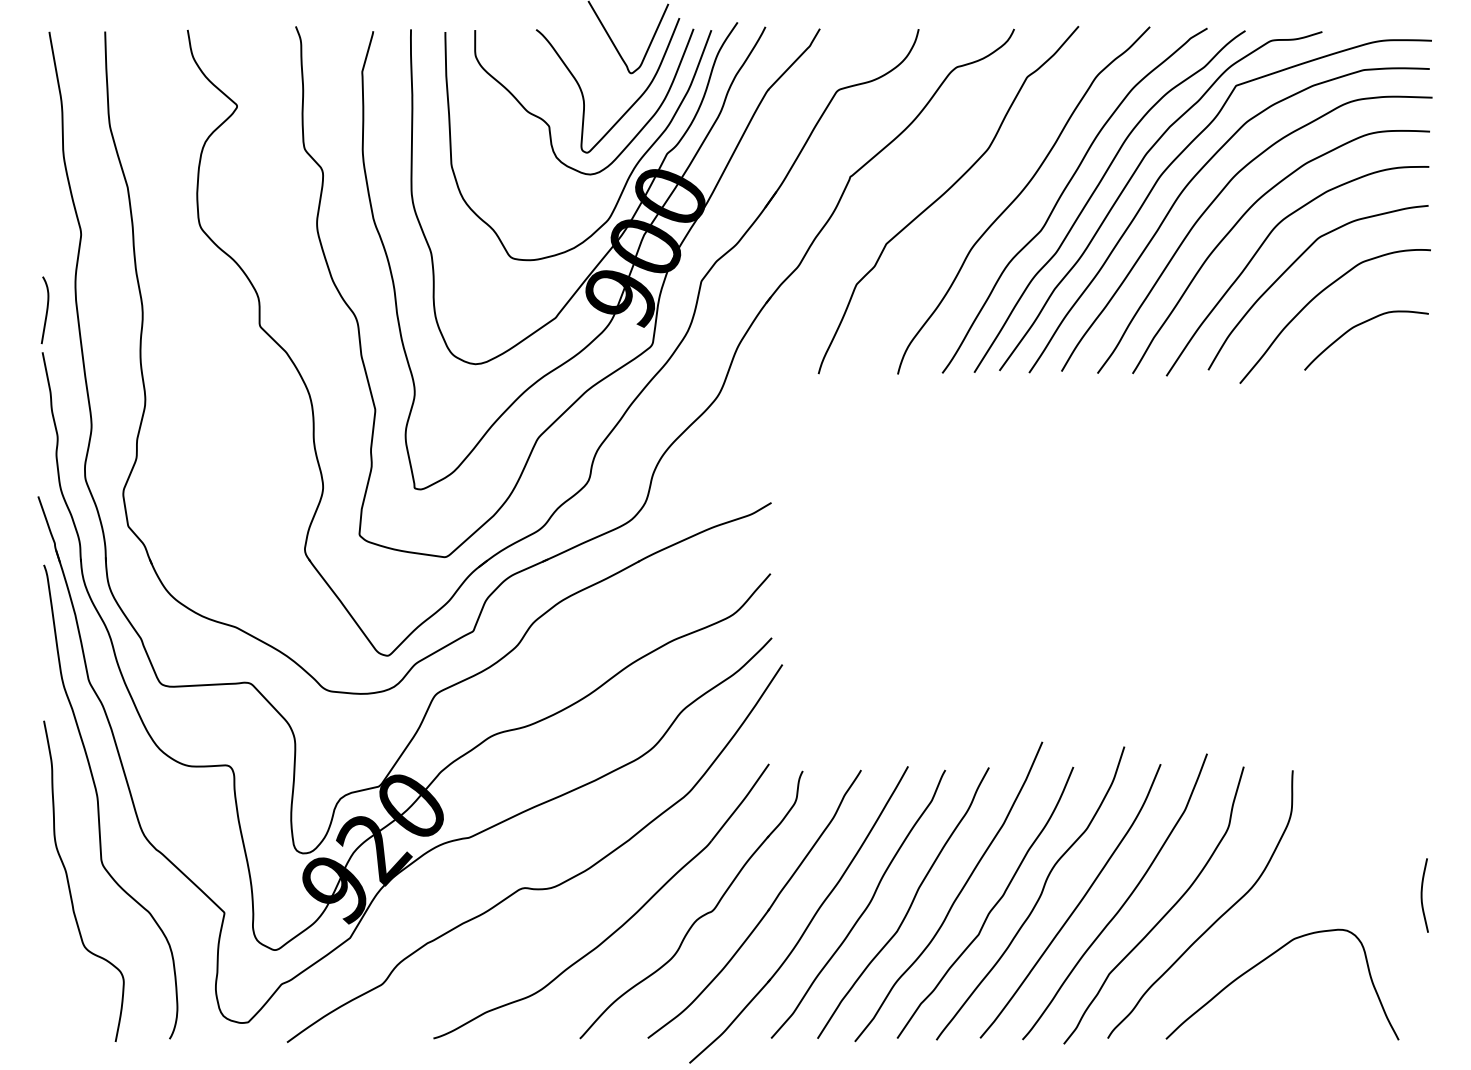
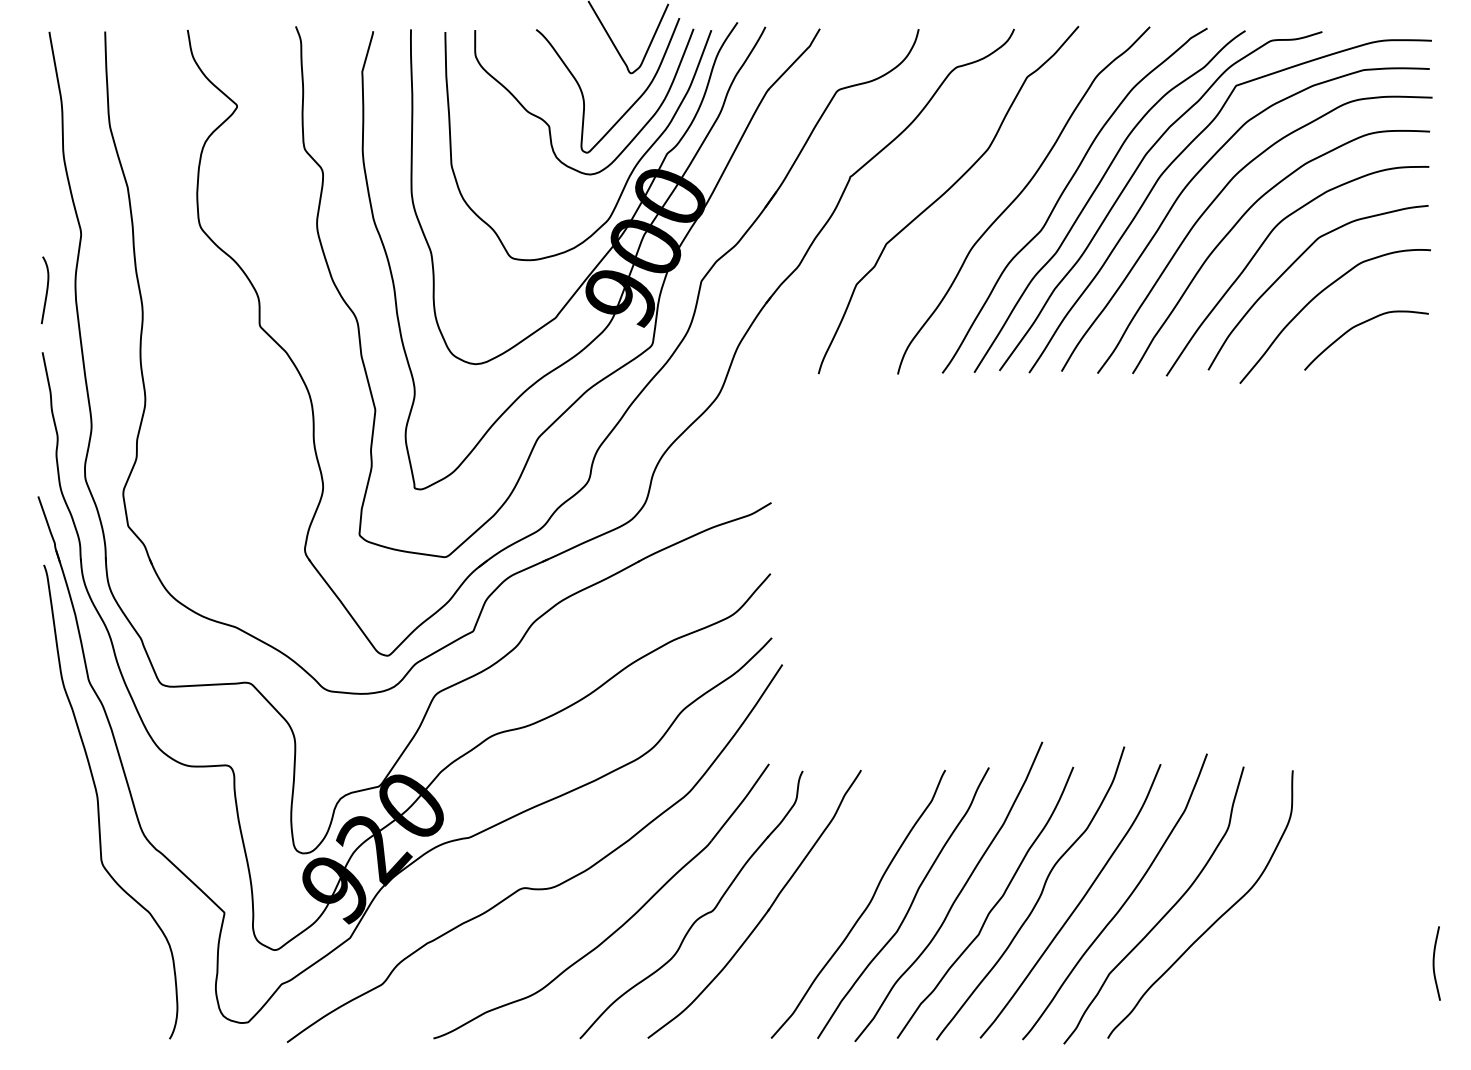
curve at (46, 310) position: (46, 310) -> (46, 290)
curve at (69, 882): present -> none
curve at (1422, 895) position: (1422, 895) -> (1434, 963)
part at (809, 921): present -> none
curve at (1265, 960): present -> none
